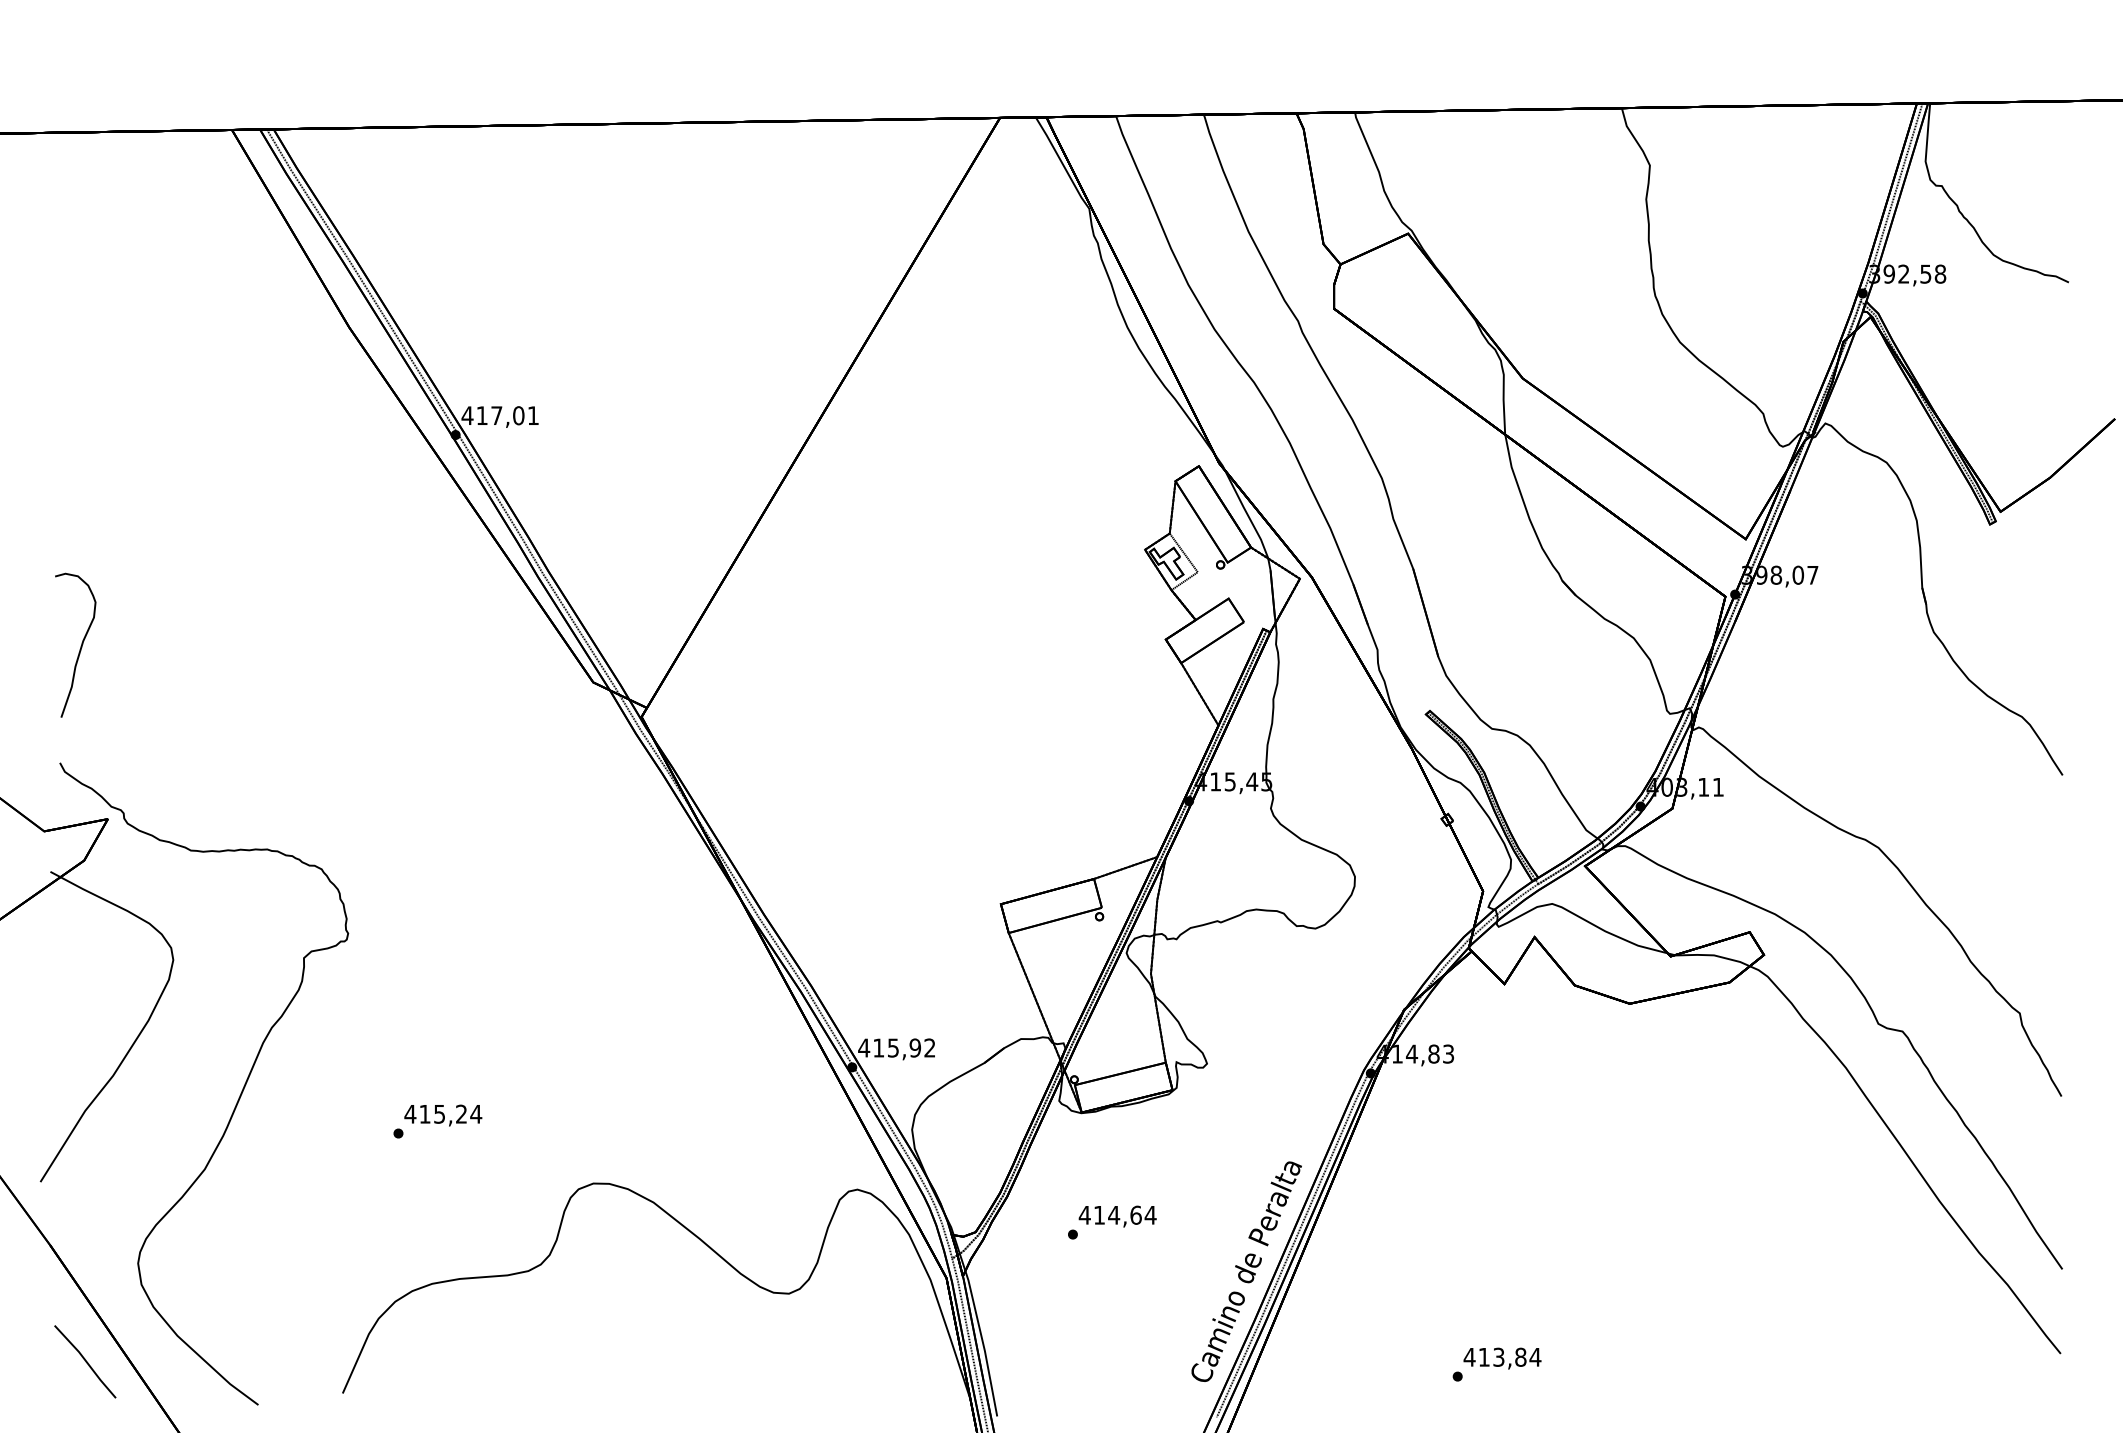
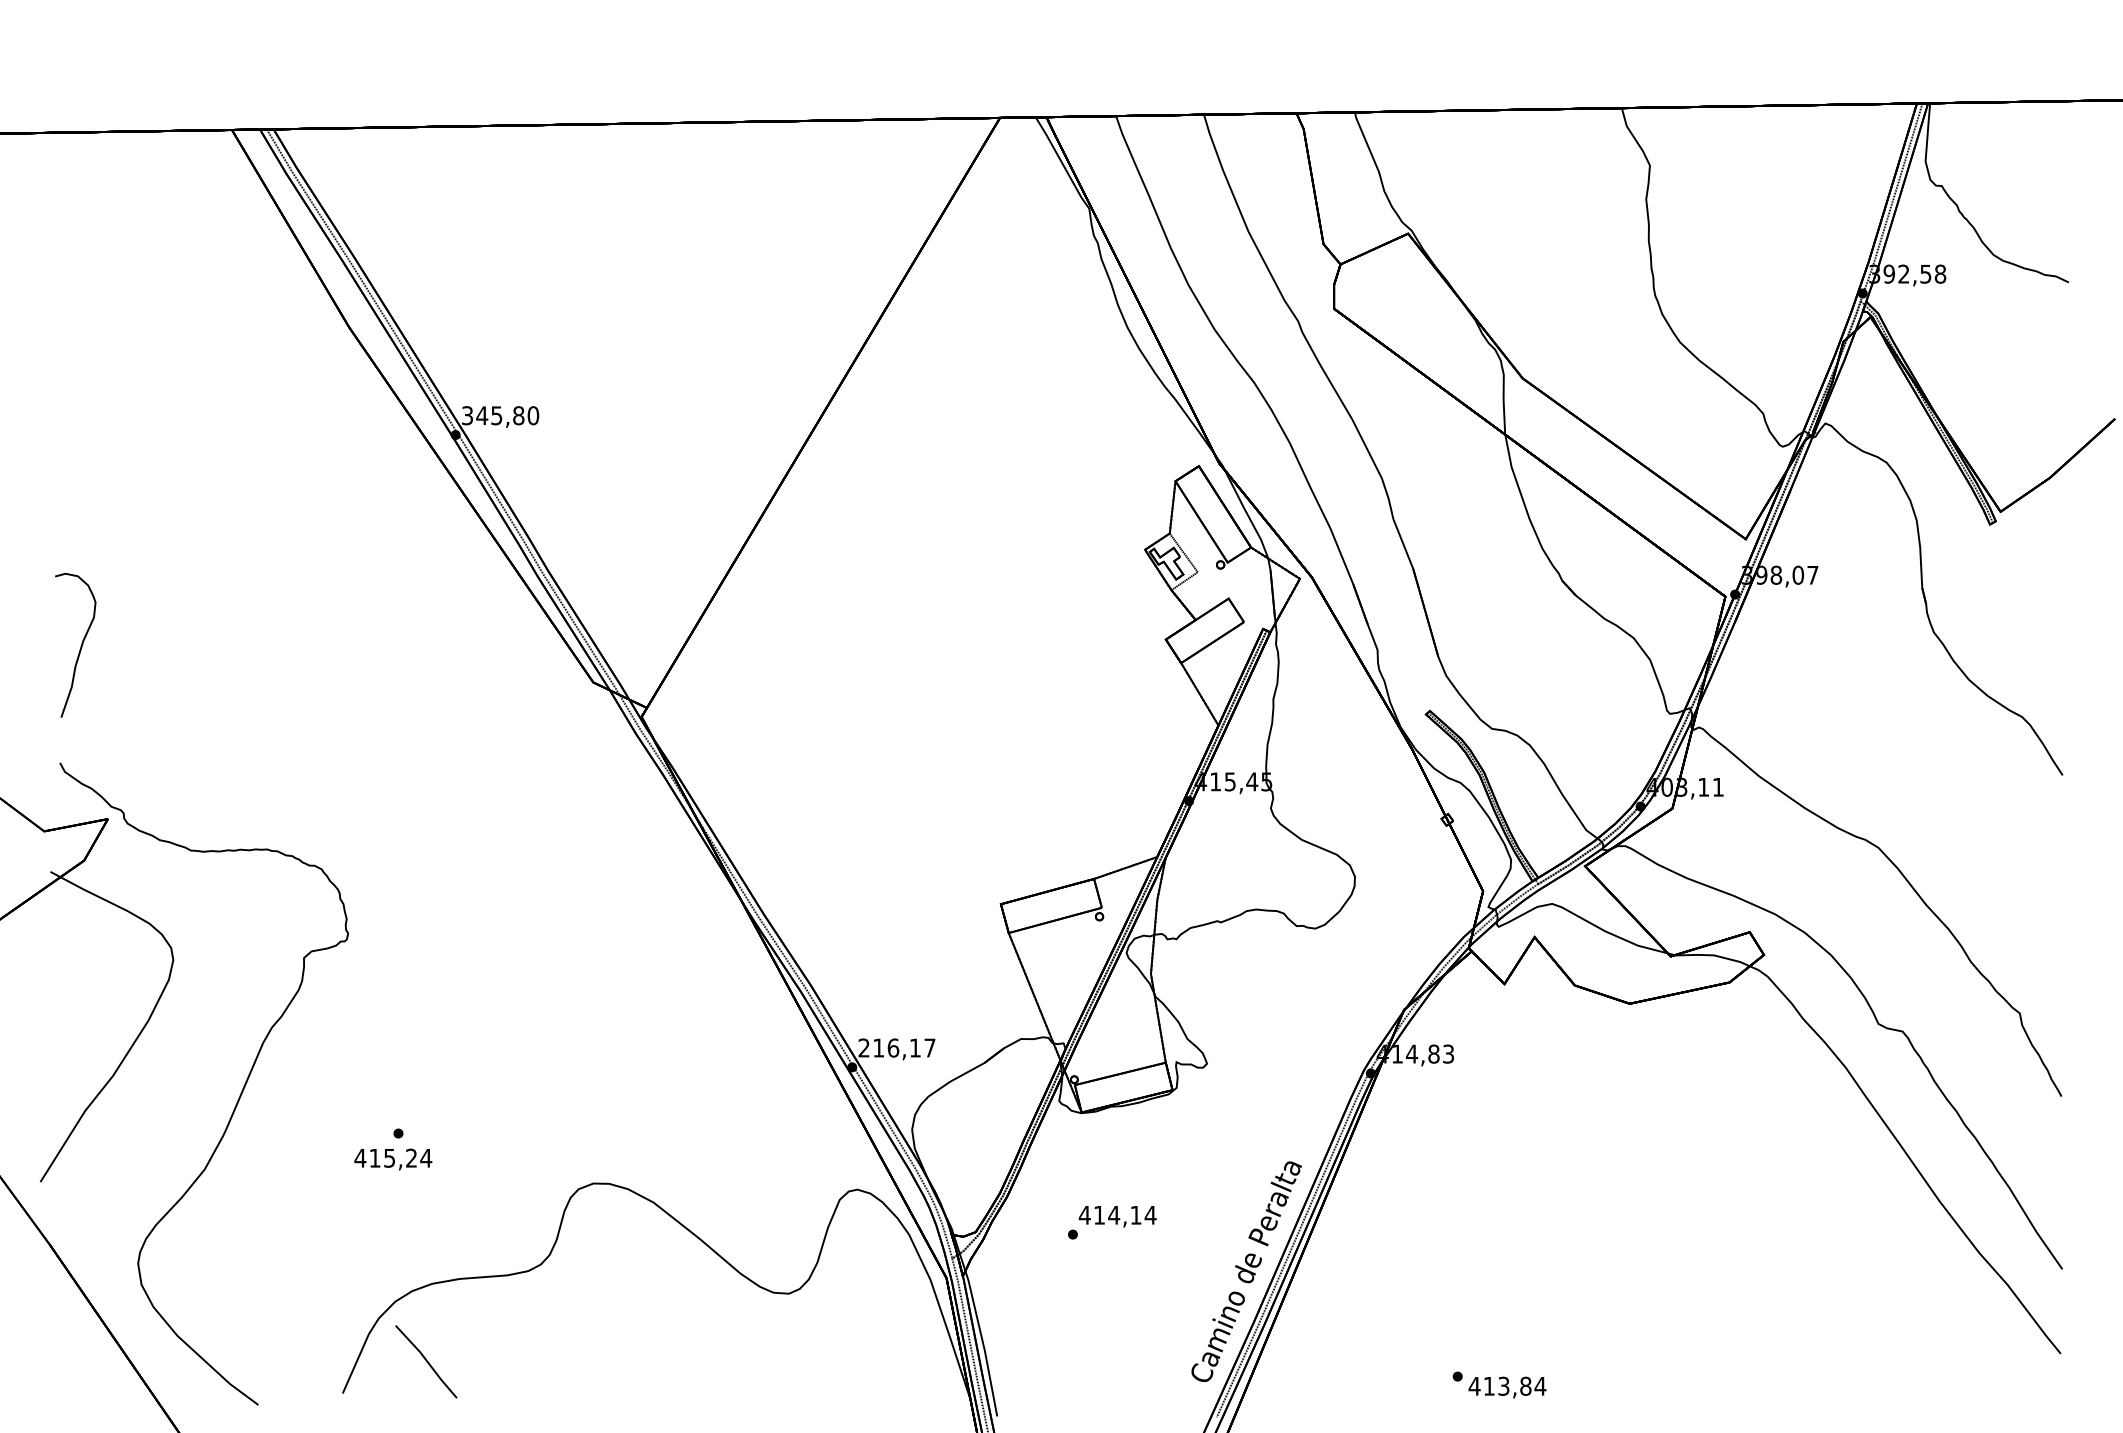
text at (500, 415): 417,01 -> 345,80
text at (896, 1047): 415,92 -> 216,17
text at (443, 1115) position: (443, 1115) -> (393, 1159)
text at (1135, 1214): 414,64 -> 414,14
text at (1502, 1358) position: (1502, 1358) -> (1507, 1387)
line at (85, 1361) position: (85, 1361) -> (426, 1361)
